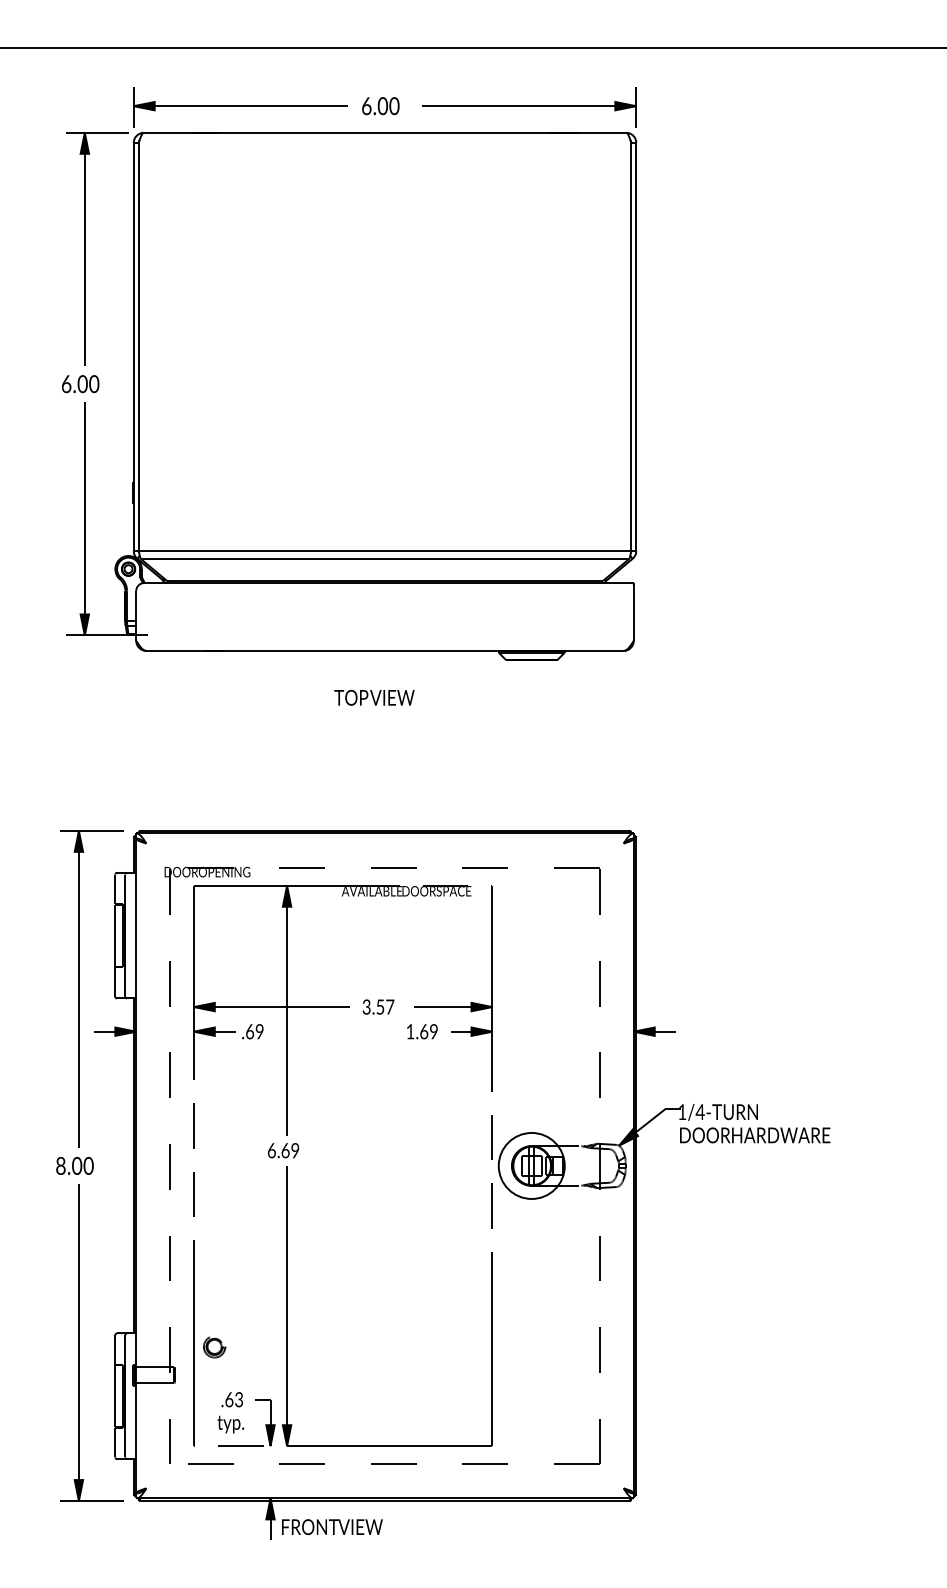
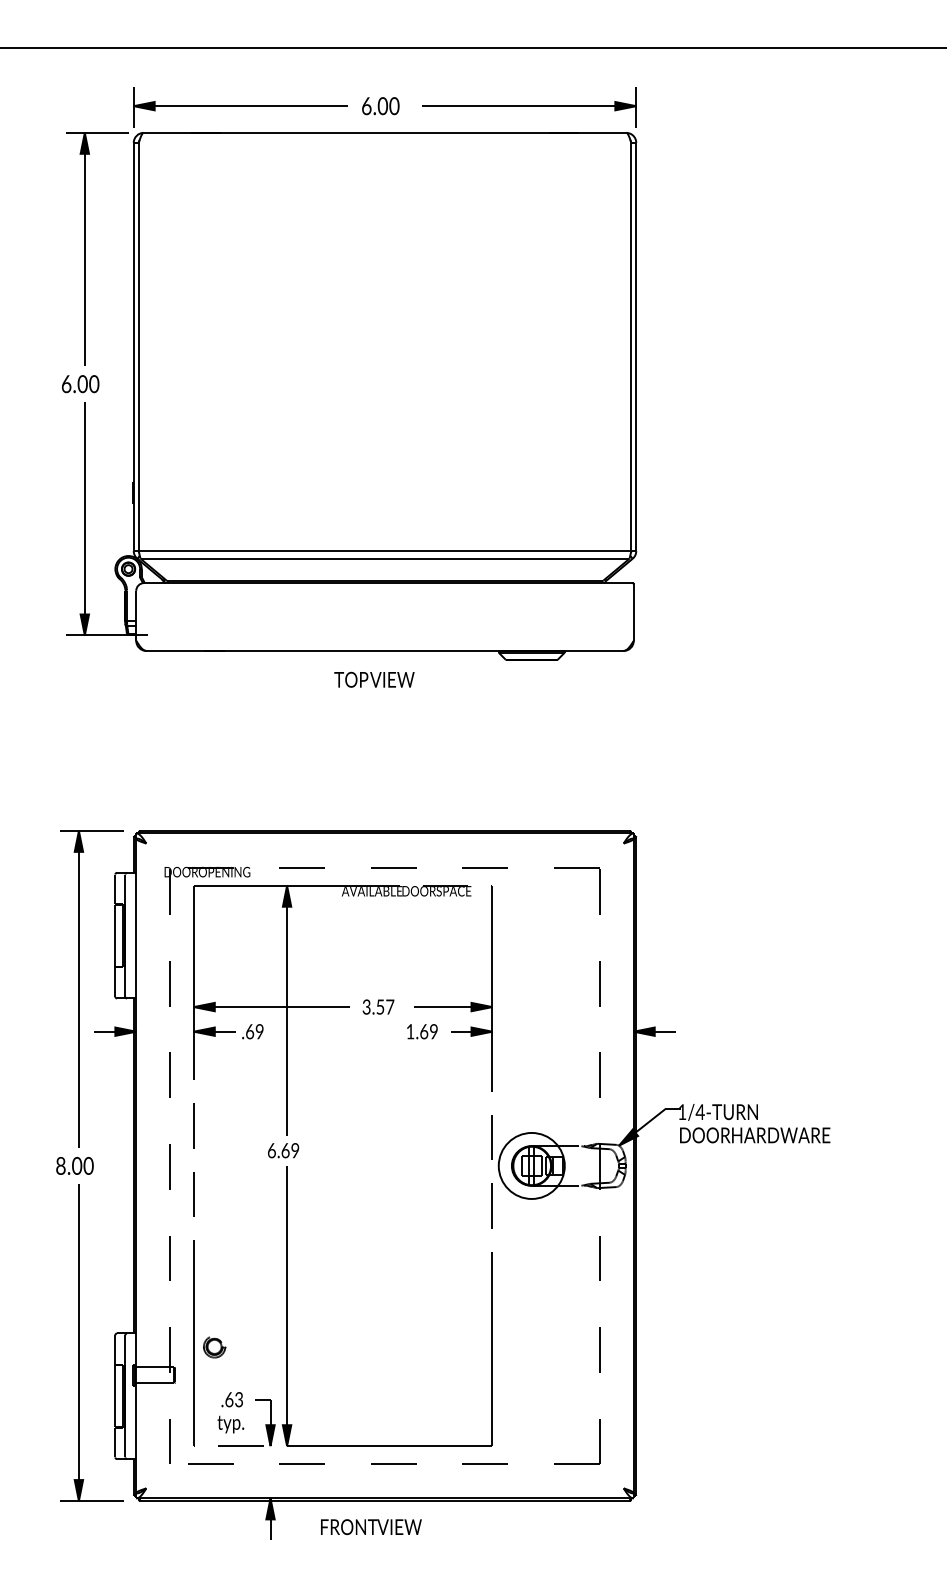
text at (374, 697) position: (374, 697) -> (374, 679)
text at (332, 1527) position: (332, 1527) -> (371, 1527)
